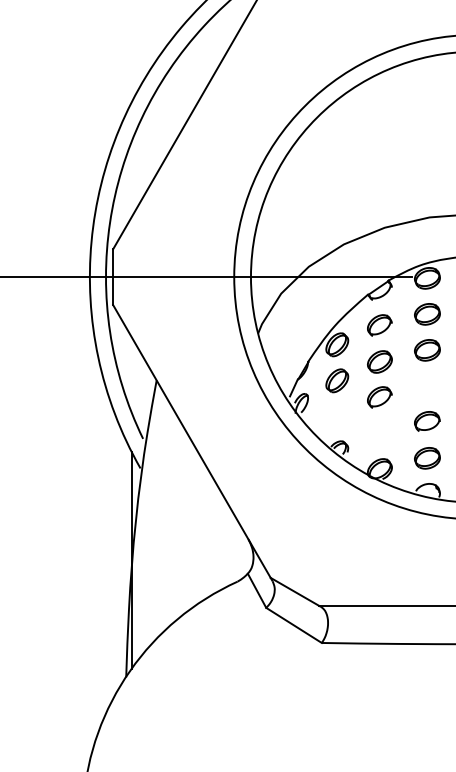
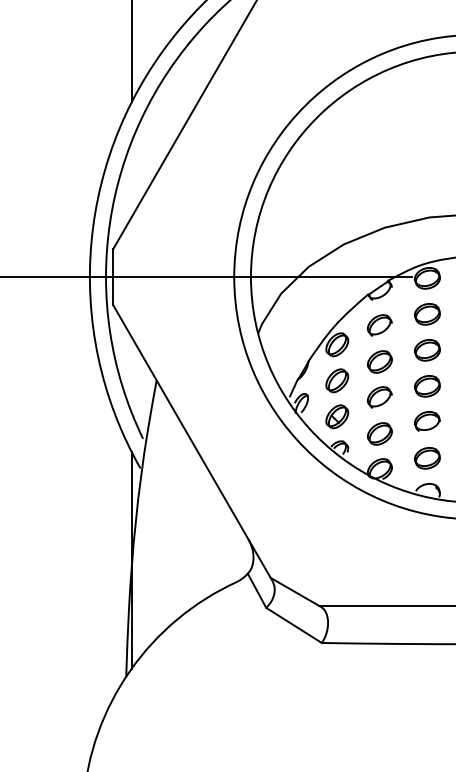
line at (131, 52): none -> present
part at (427, 386): none -> present
part at (337, 416): none -> present
part at (379, 433): none -> present
